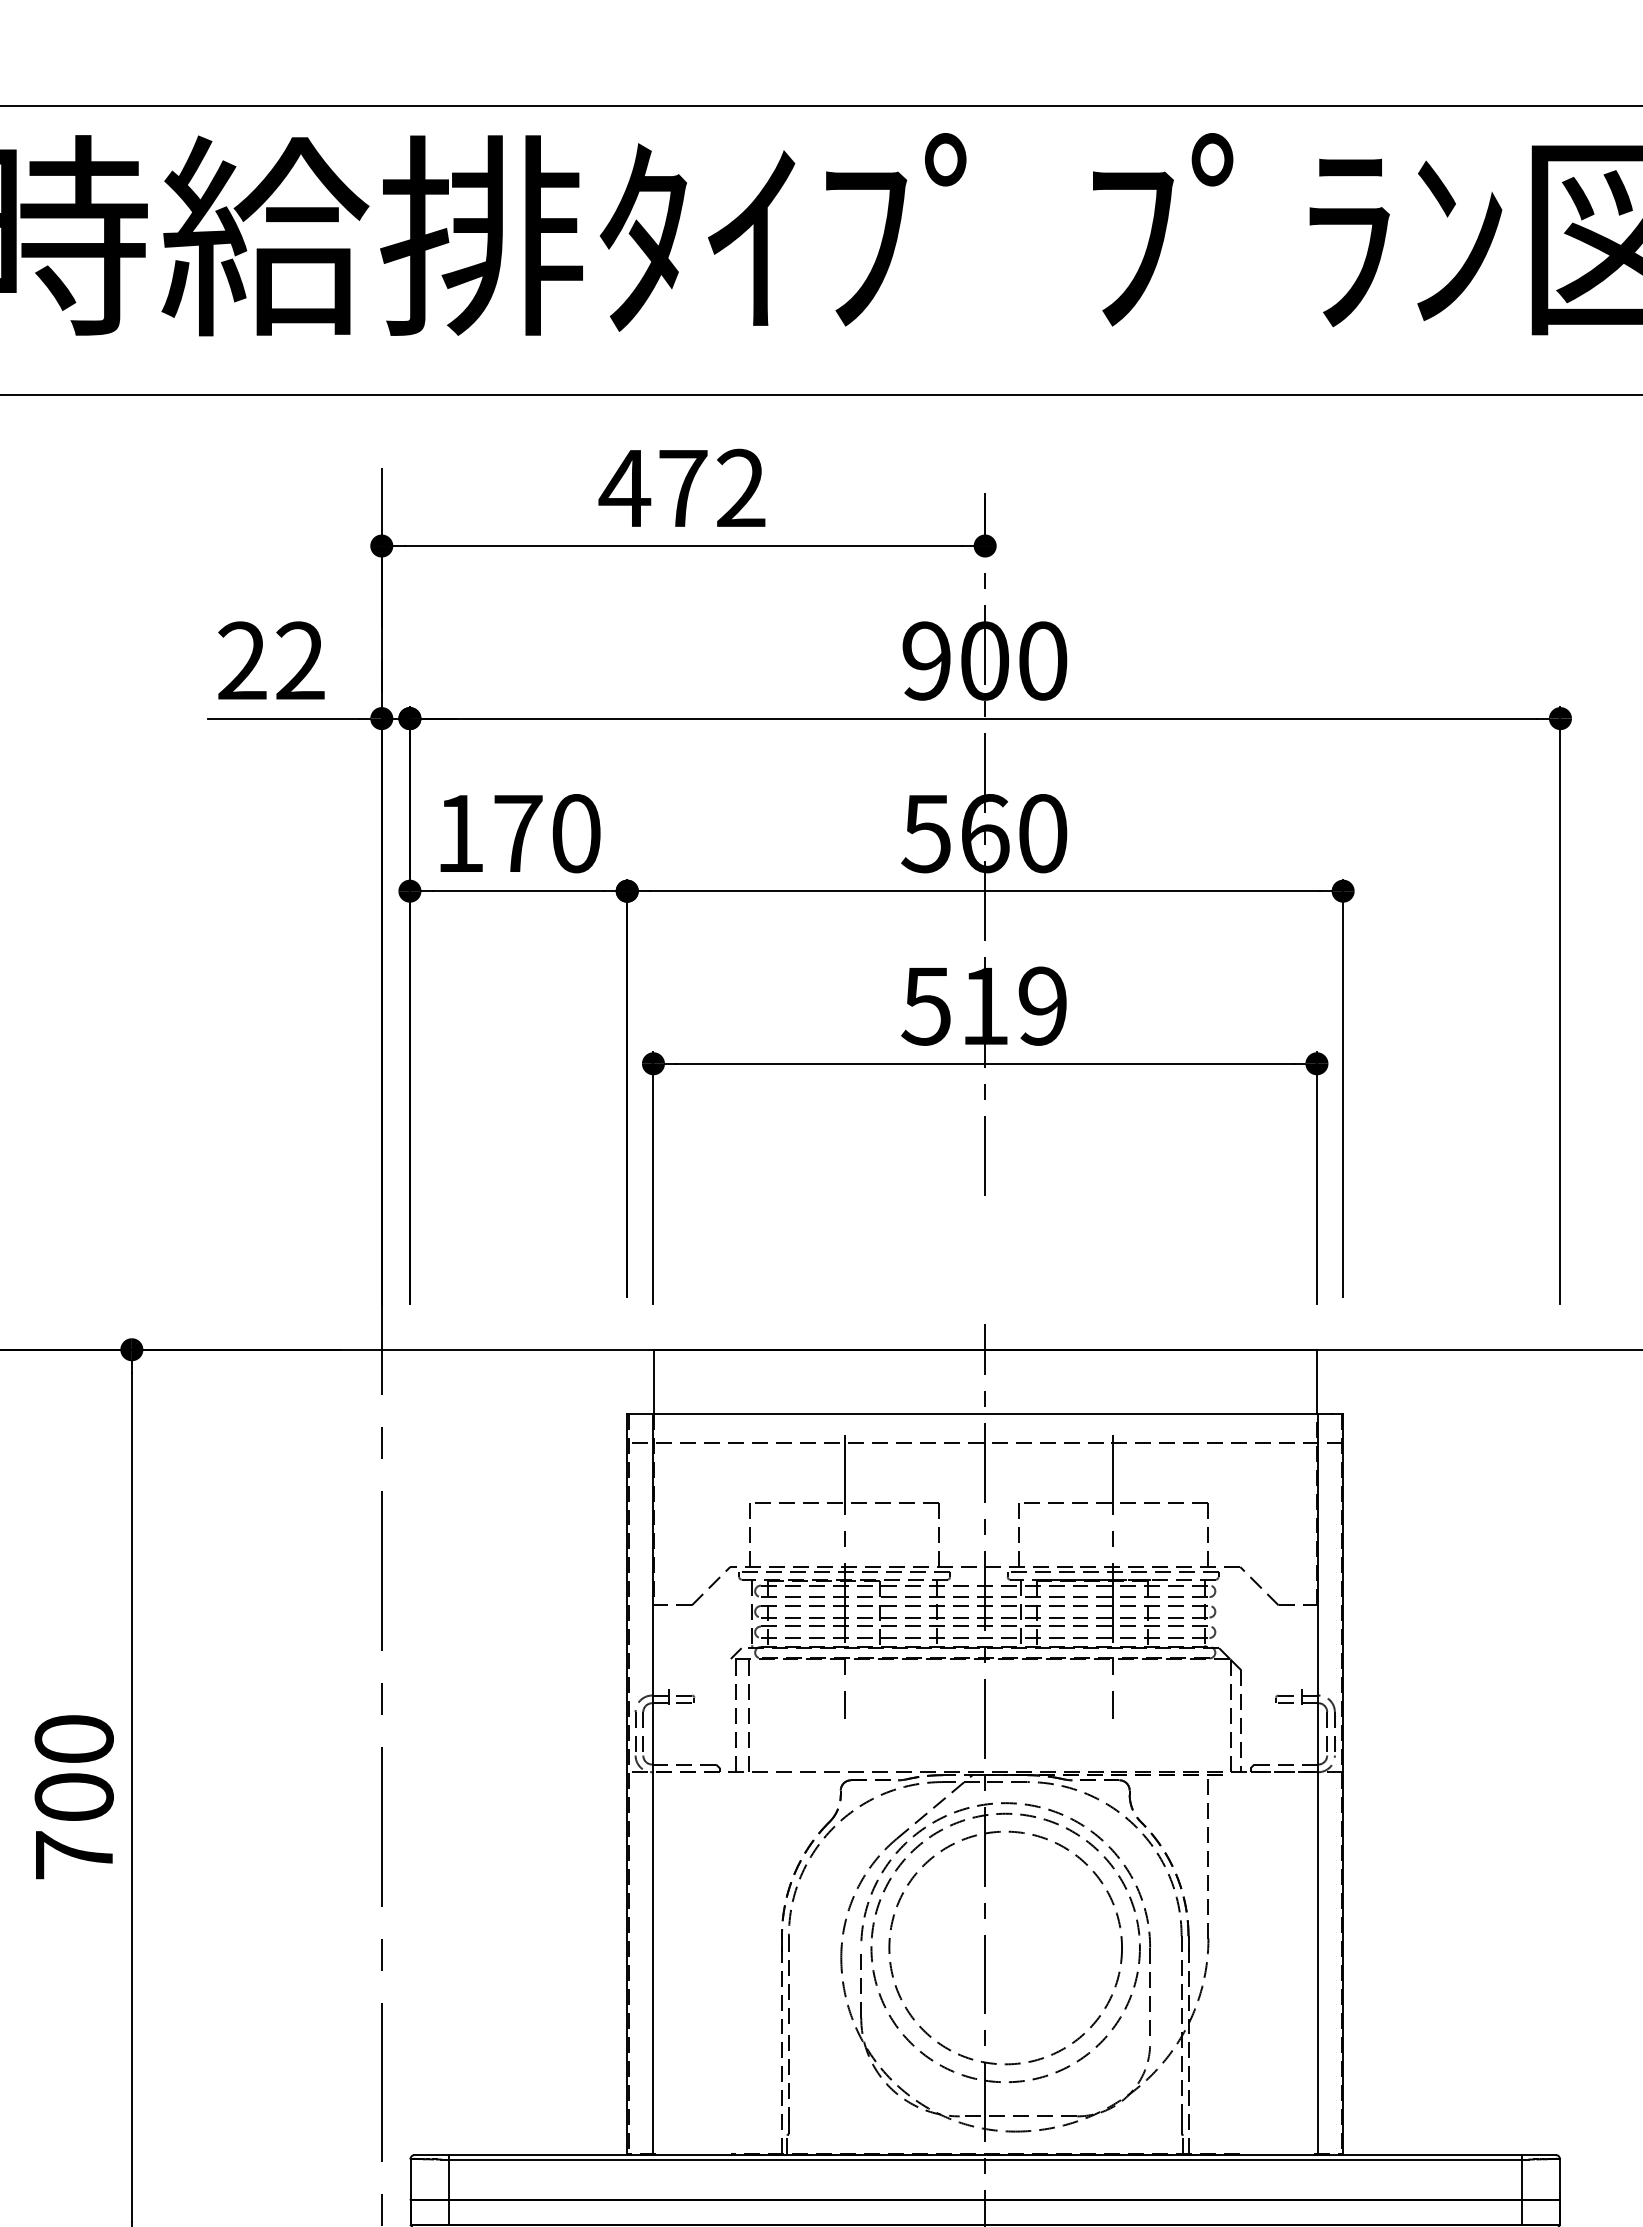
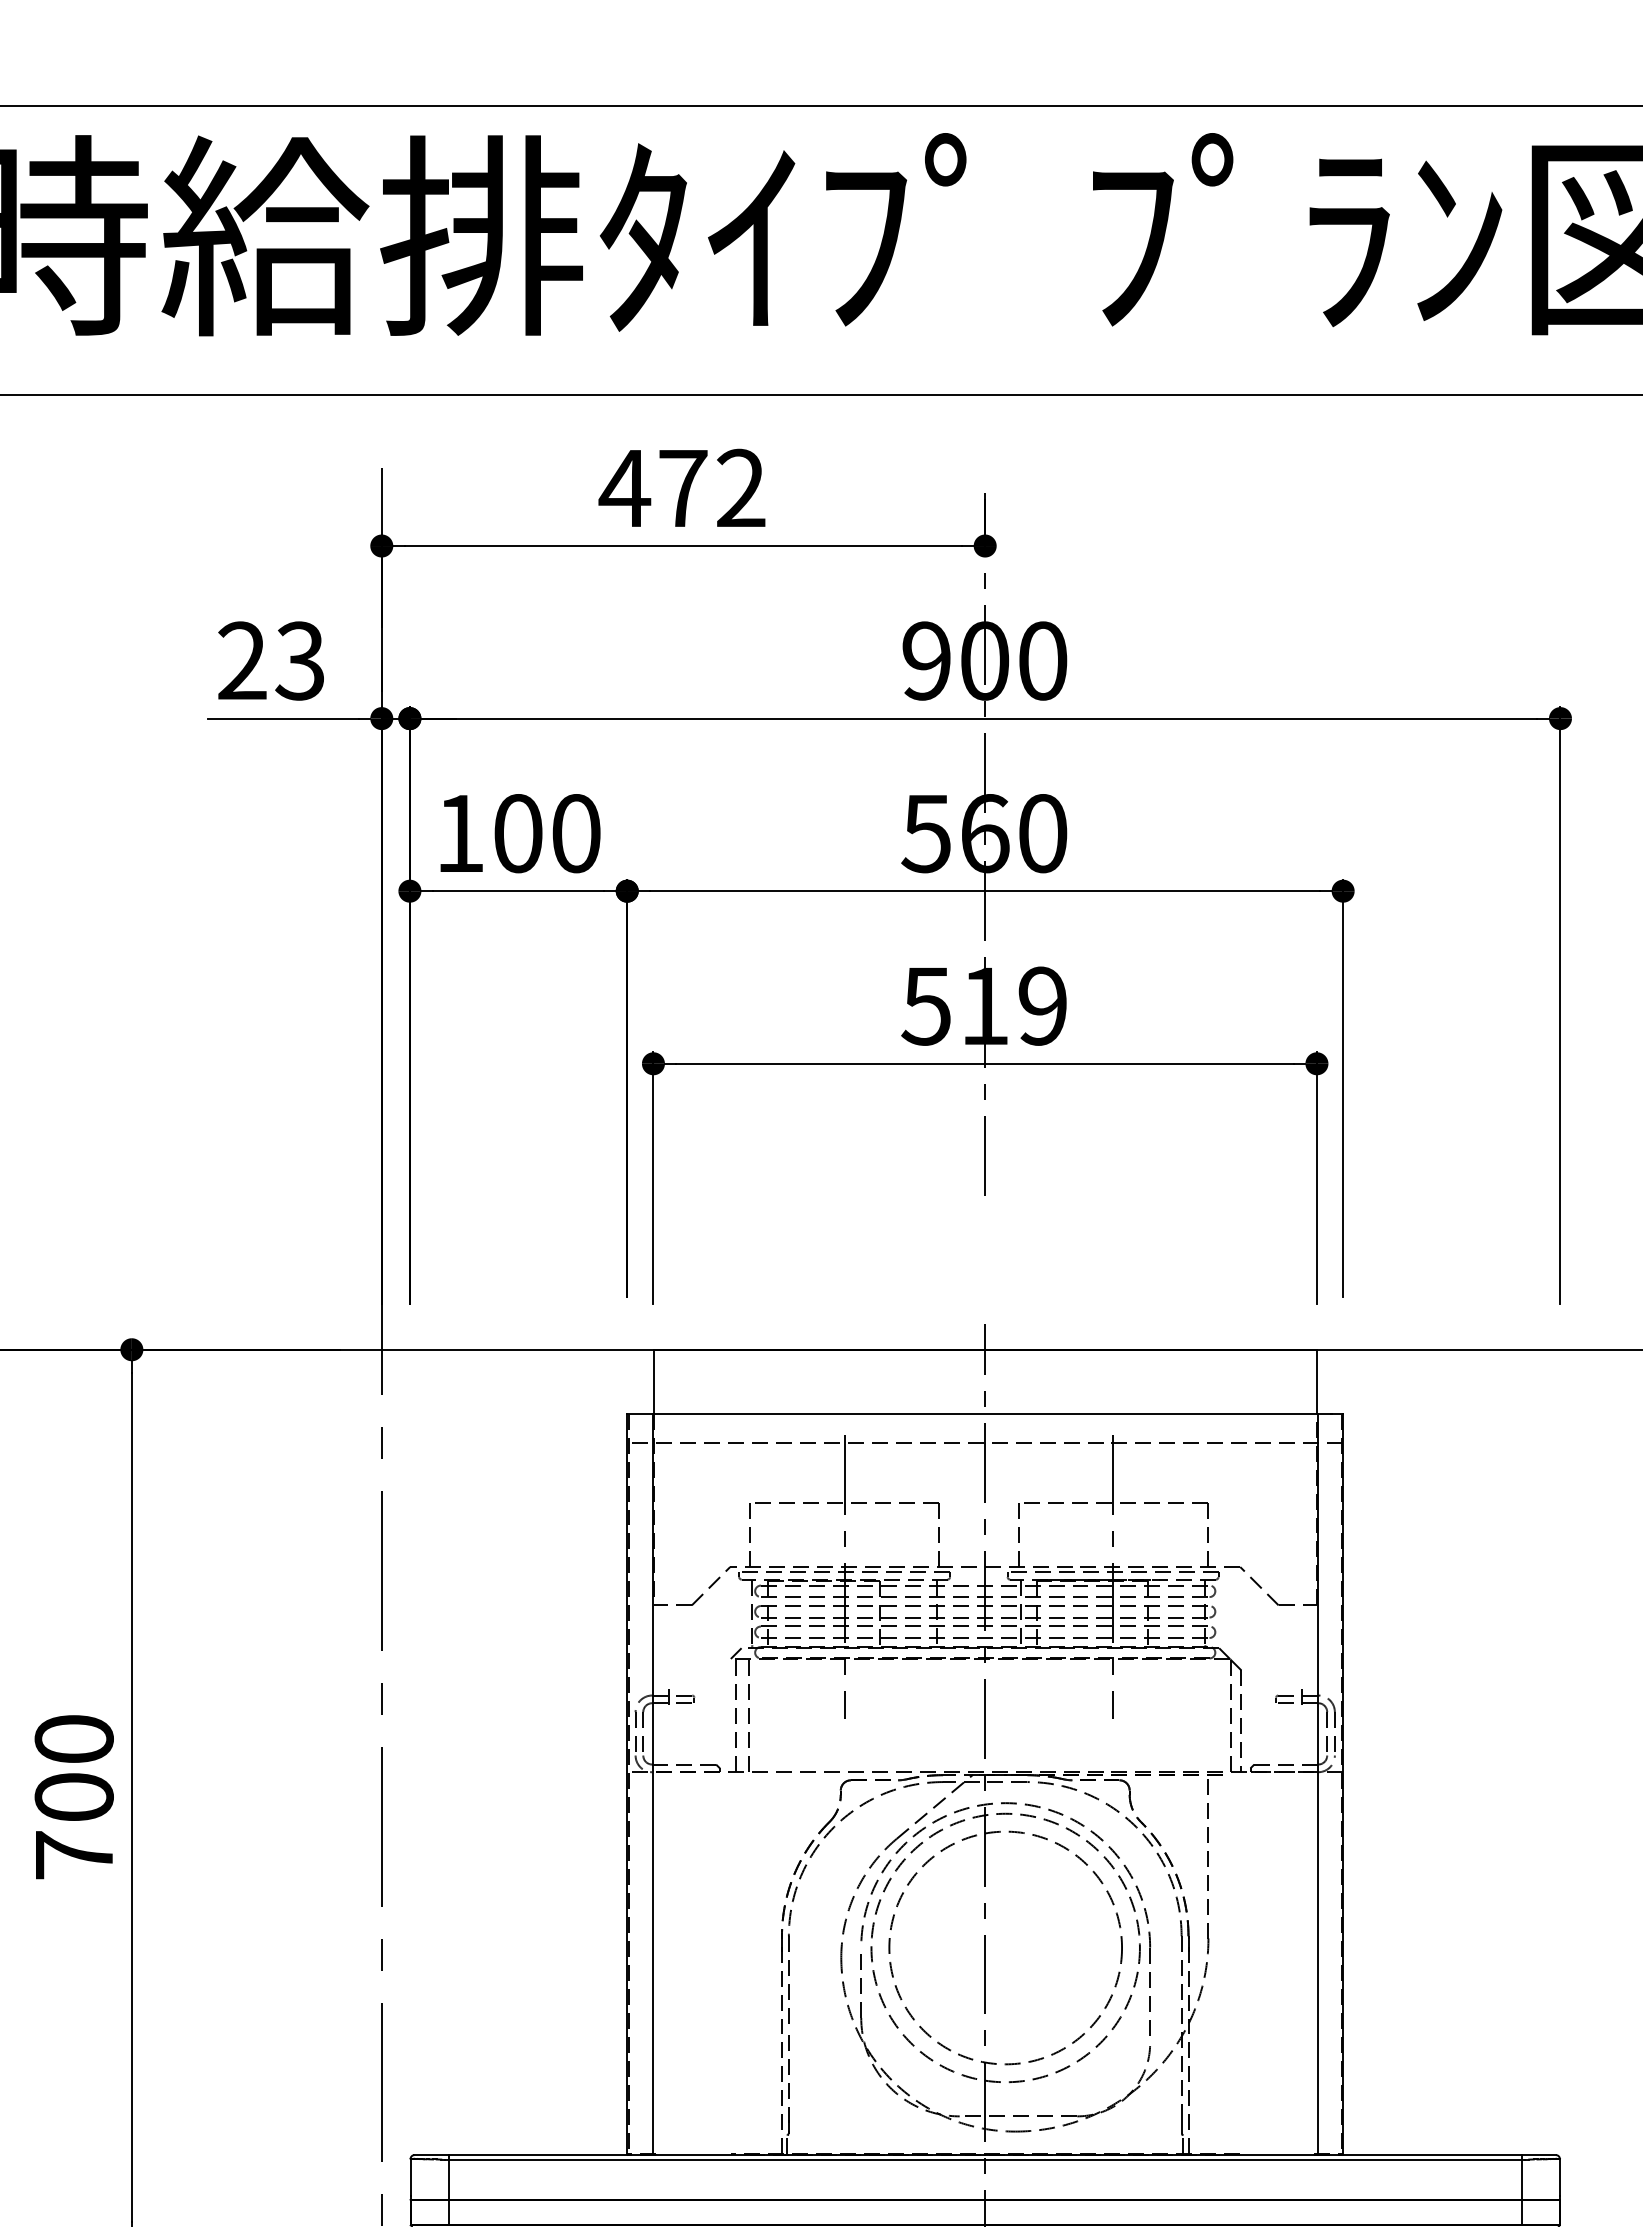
text at (299, 660): 22 -> 23
text at (518, 833): 170 -> 100
